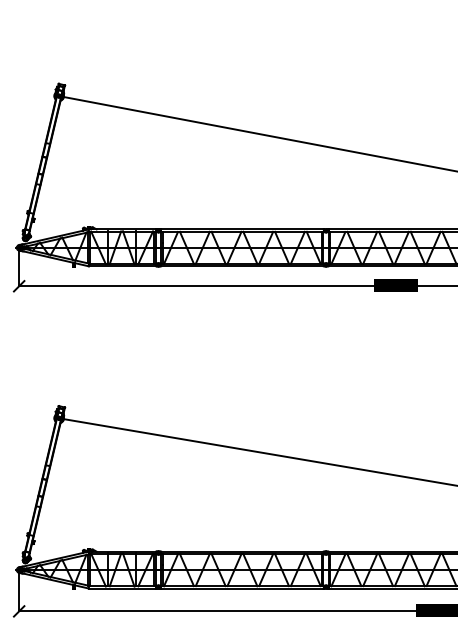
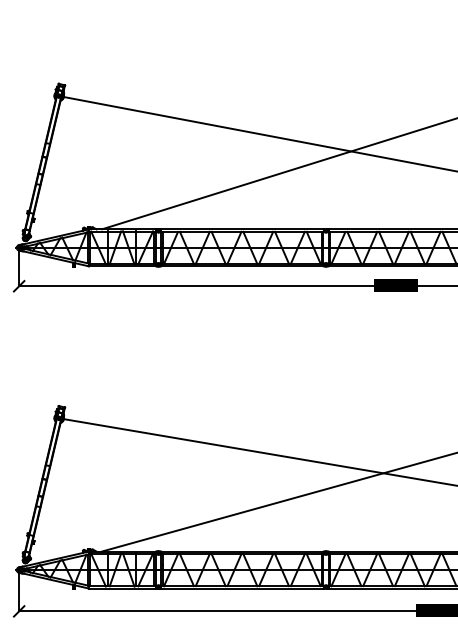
line at (278, 174): none -> present
line at (278, 502): none -> present
